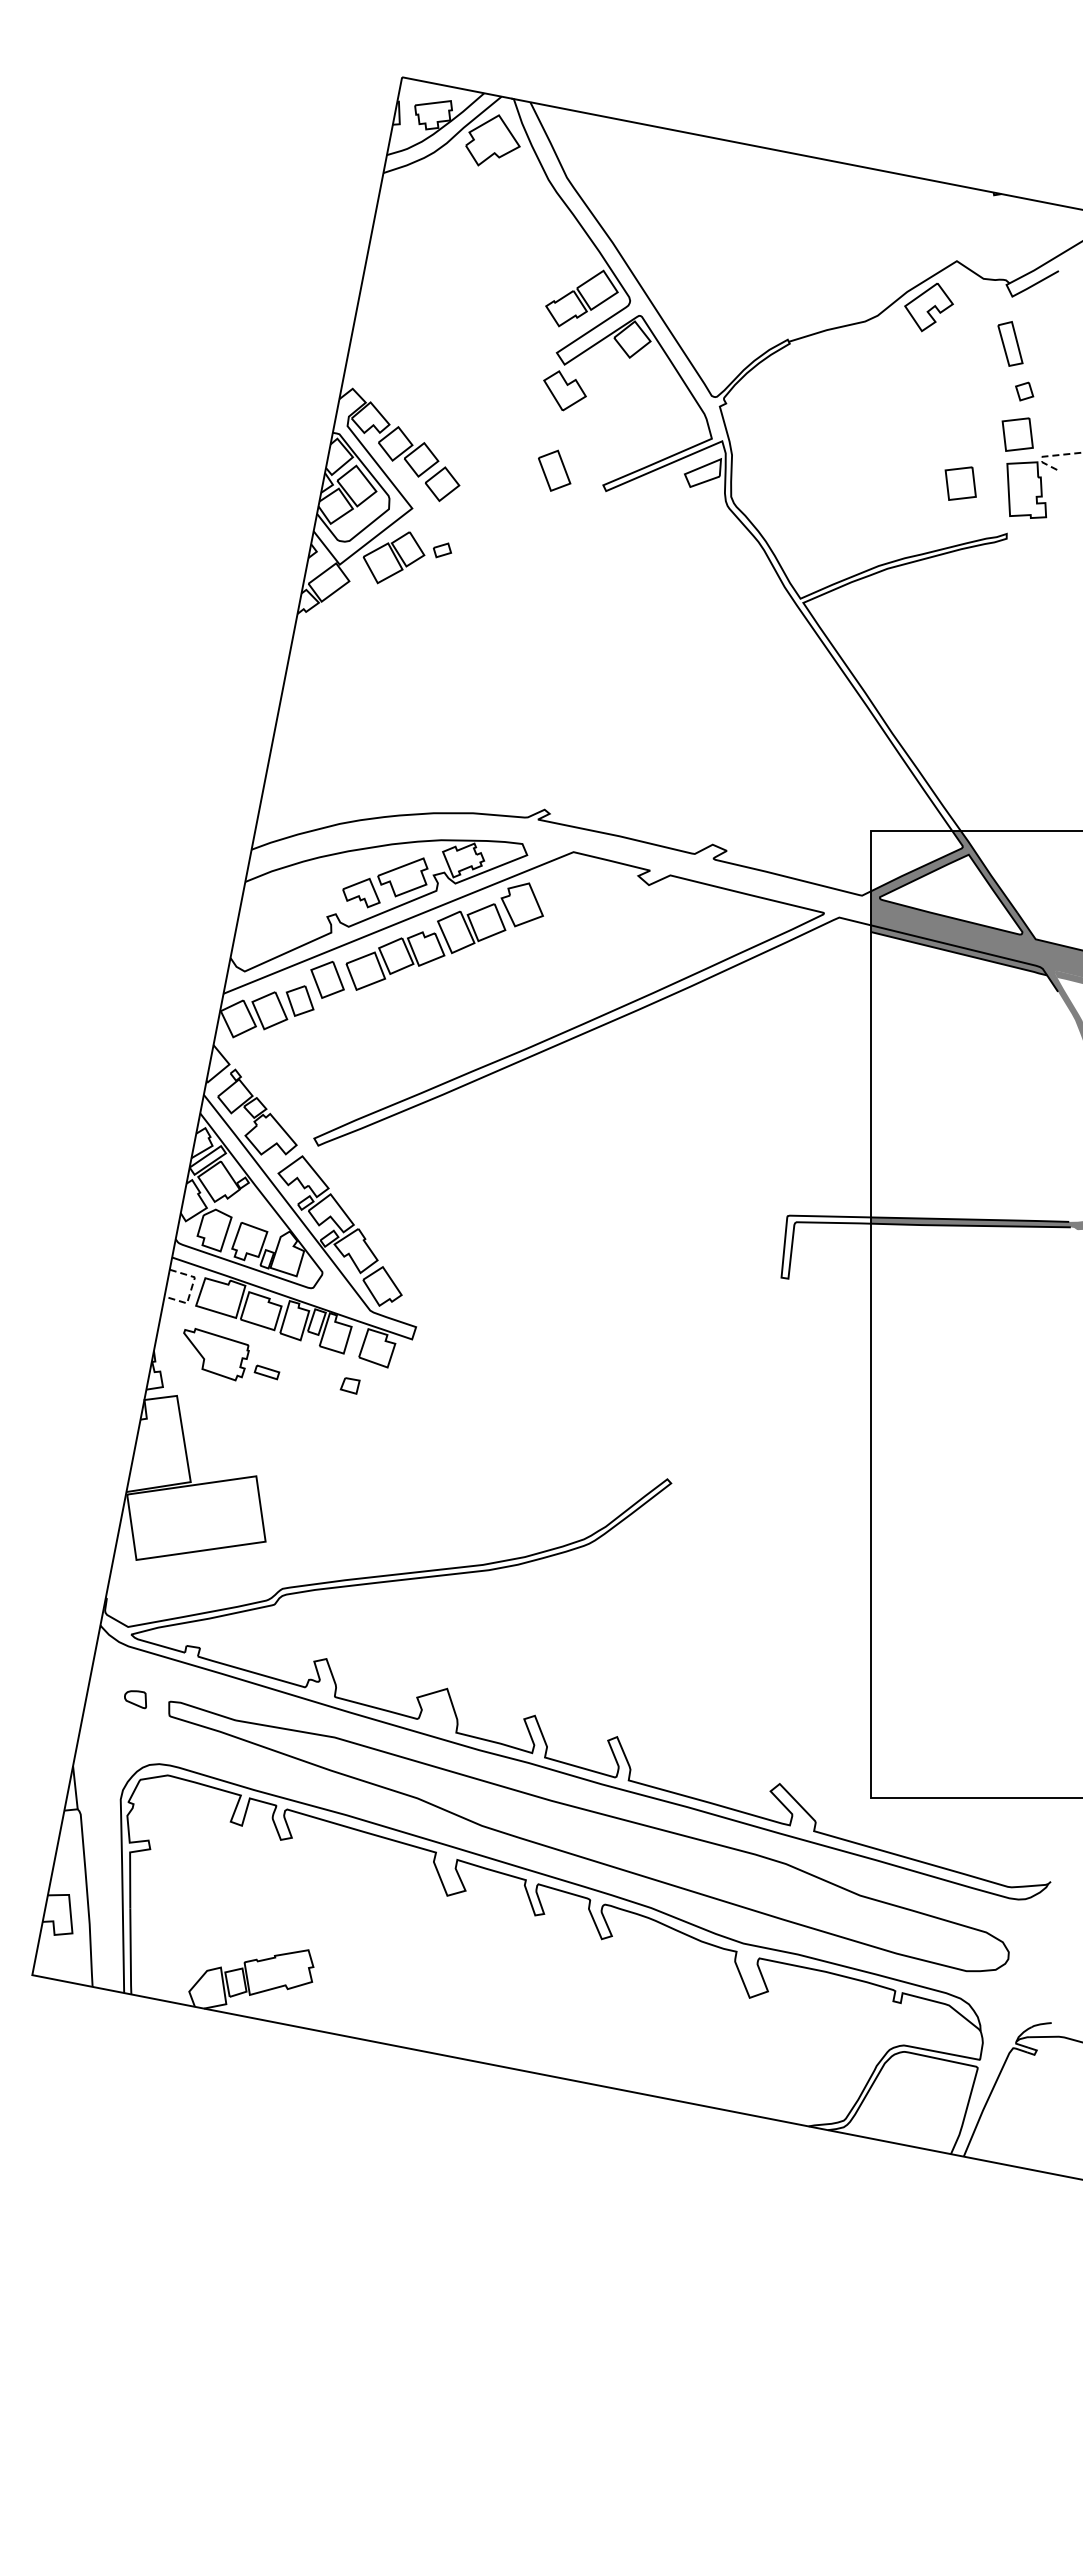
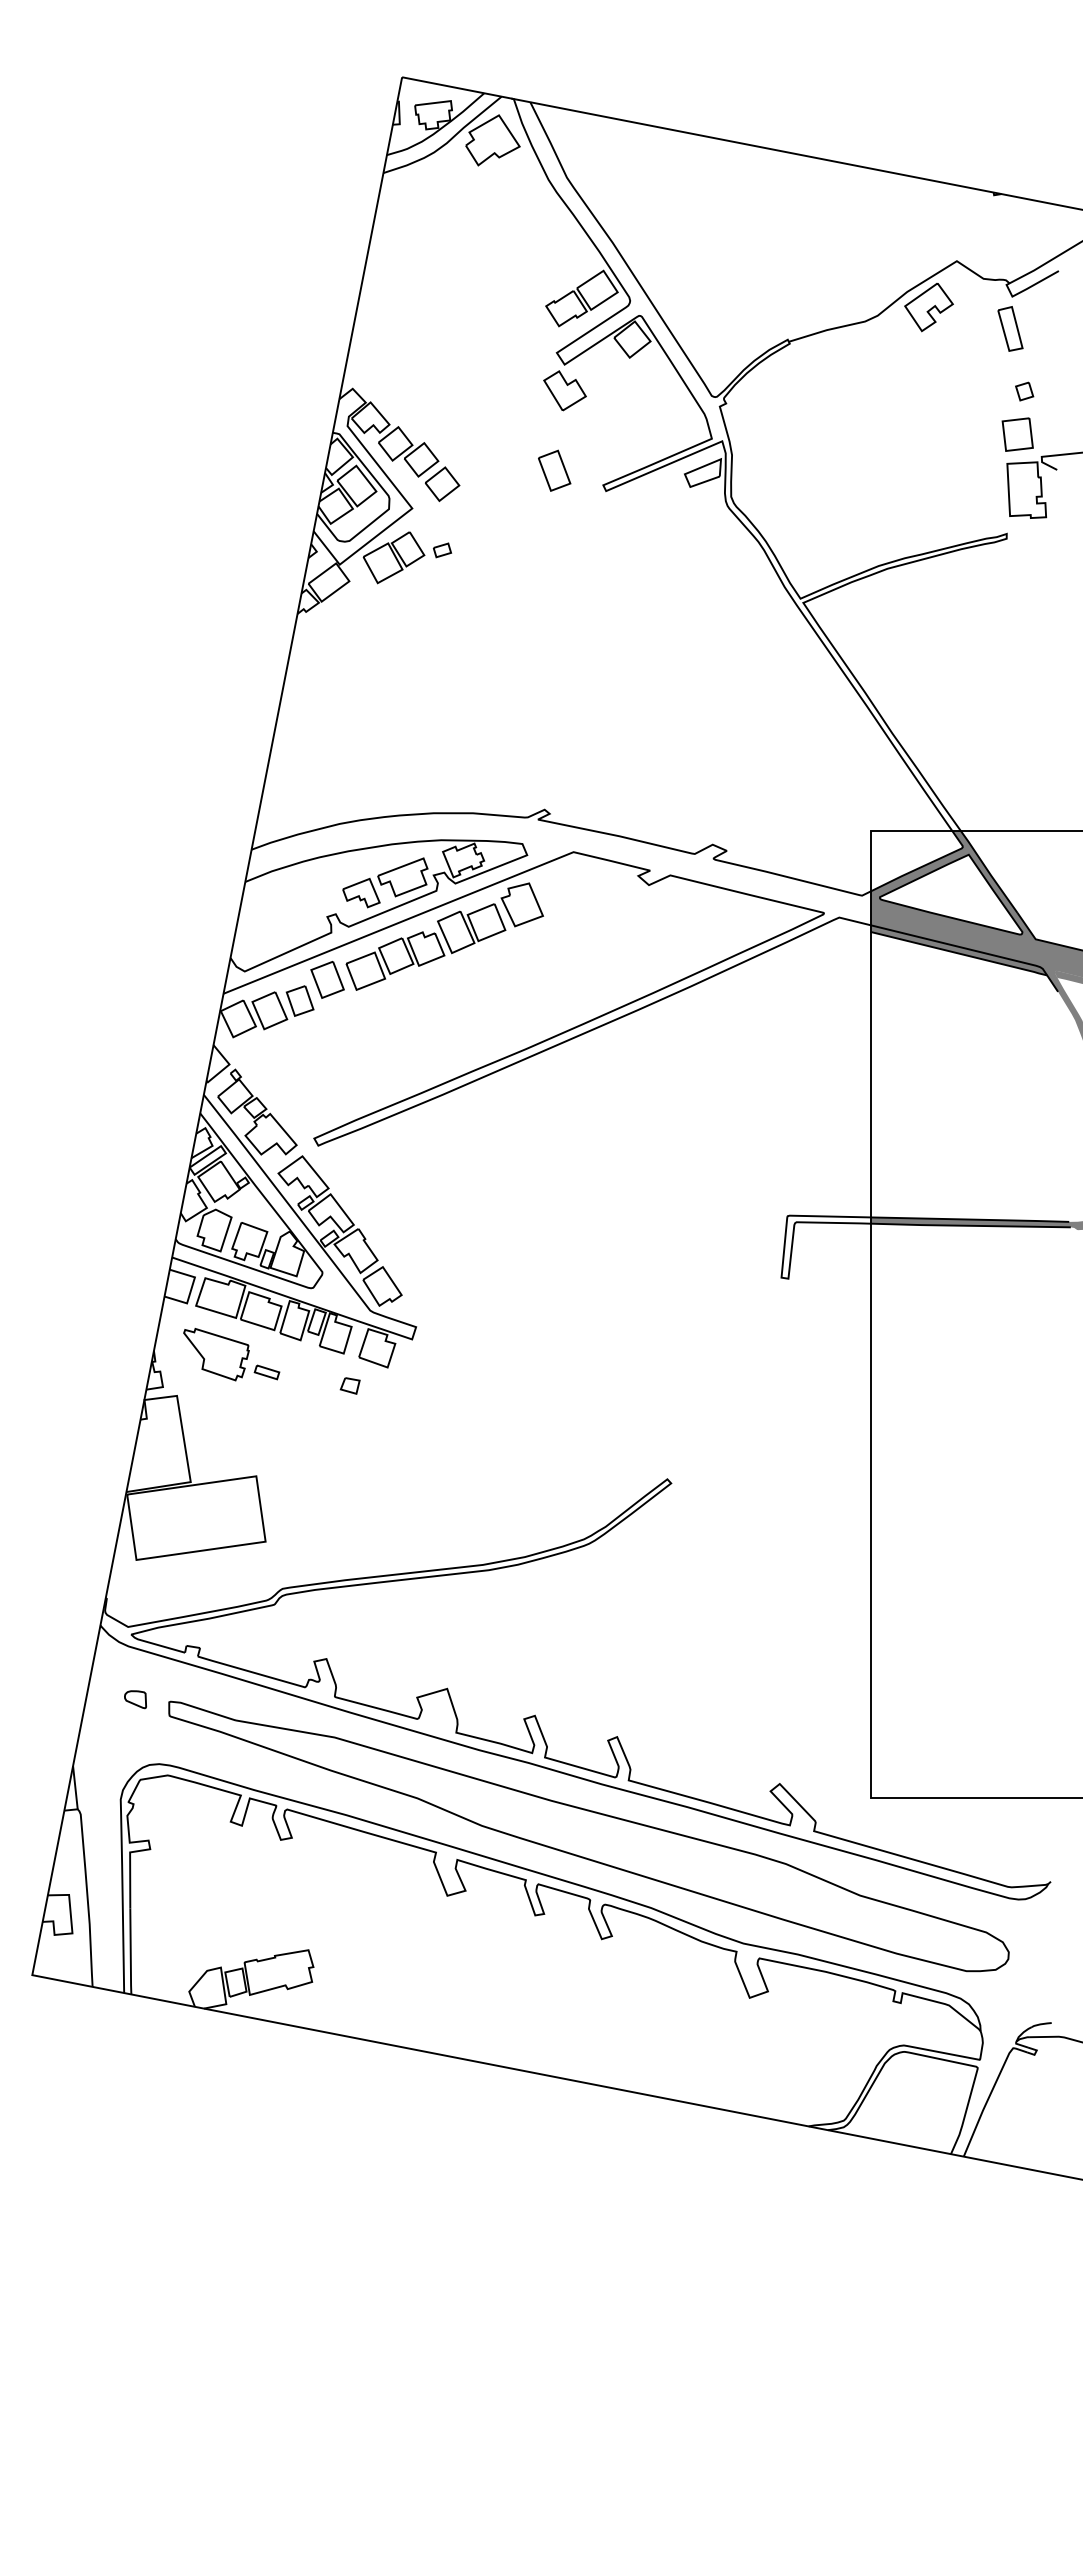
part at (1010, 343) position: (1010, 343) -> (1010, 328)
line at (1049, 456): dashed -> solid
part at (960, 483): present -> none
line at (191, 1289): dashed -> solid
